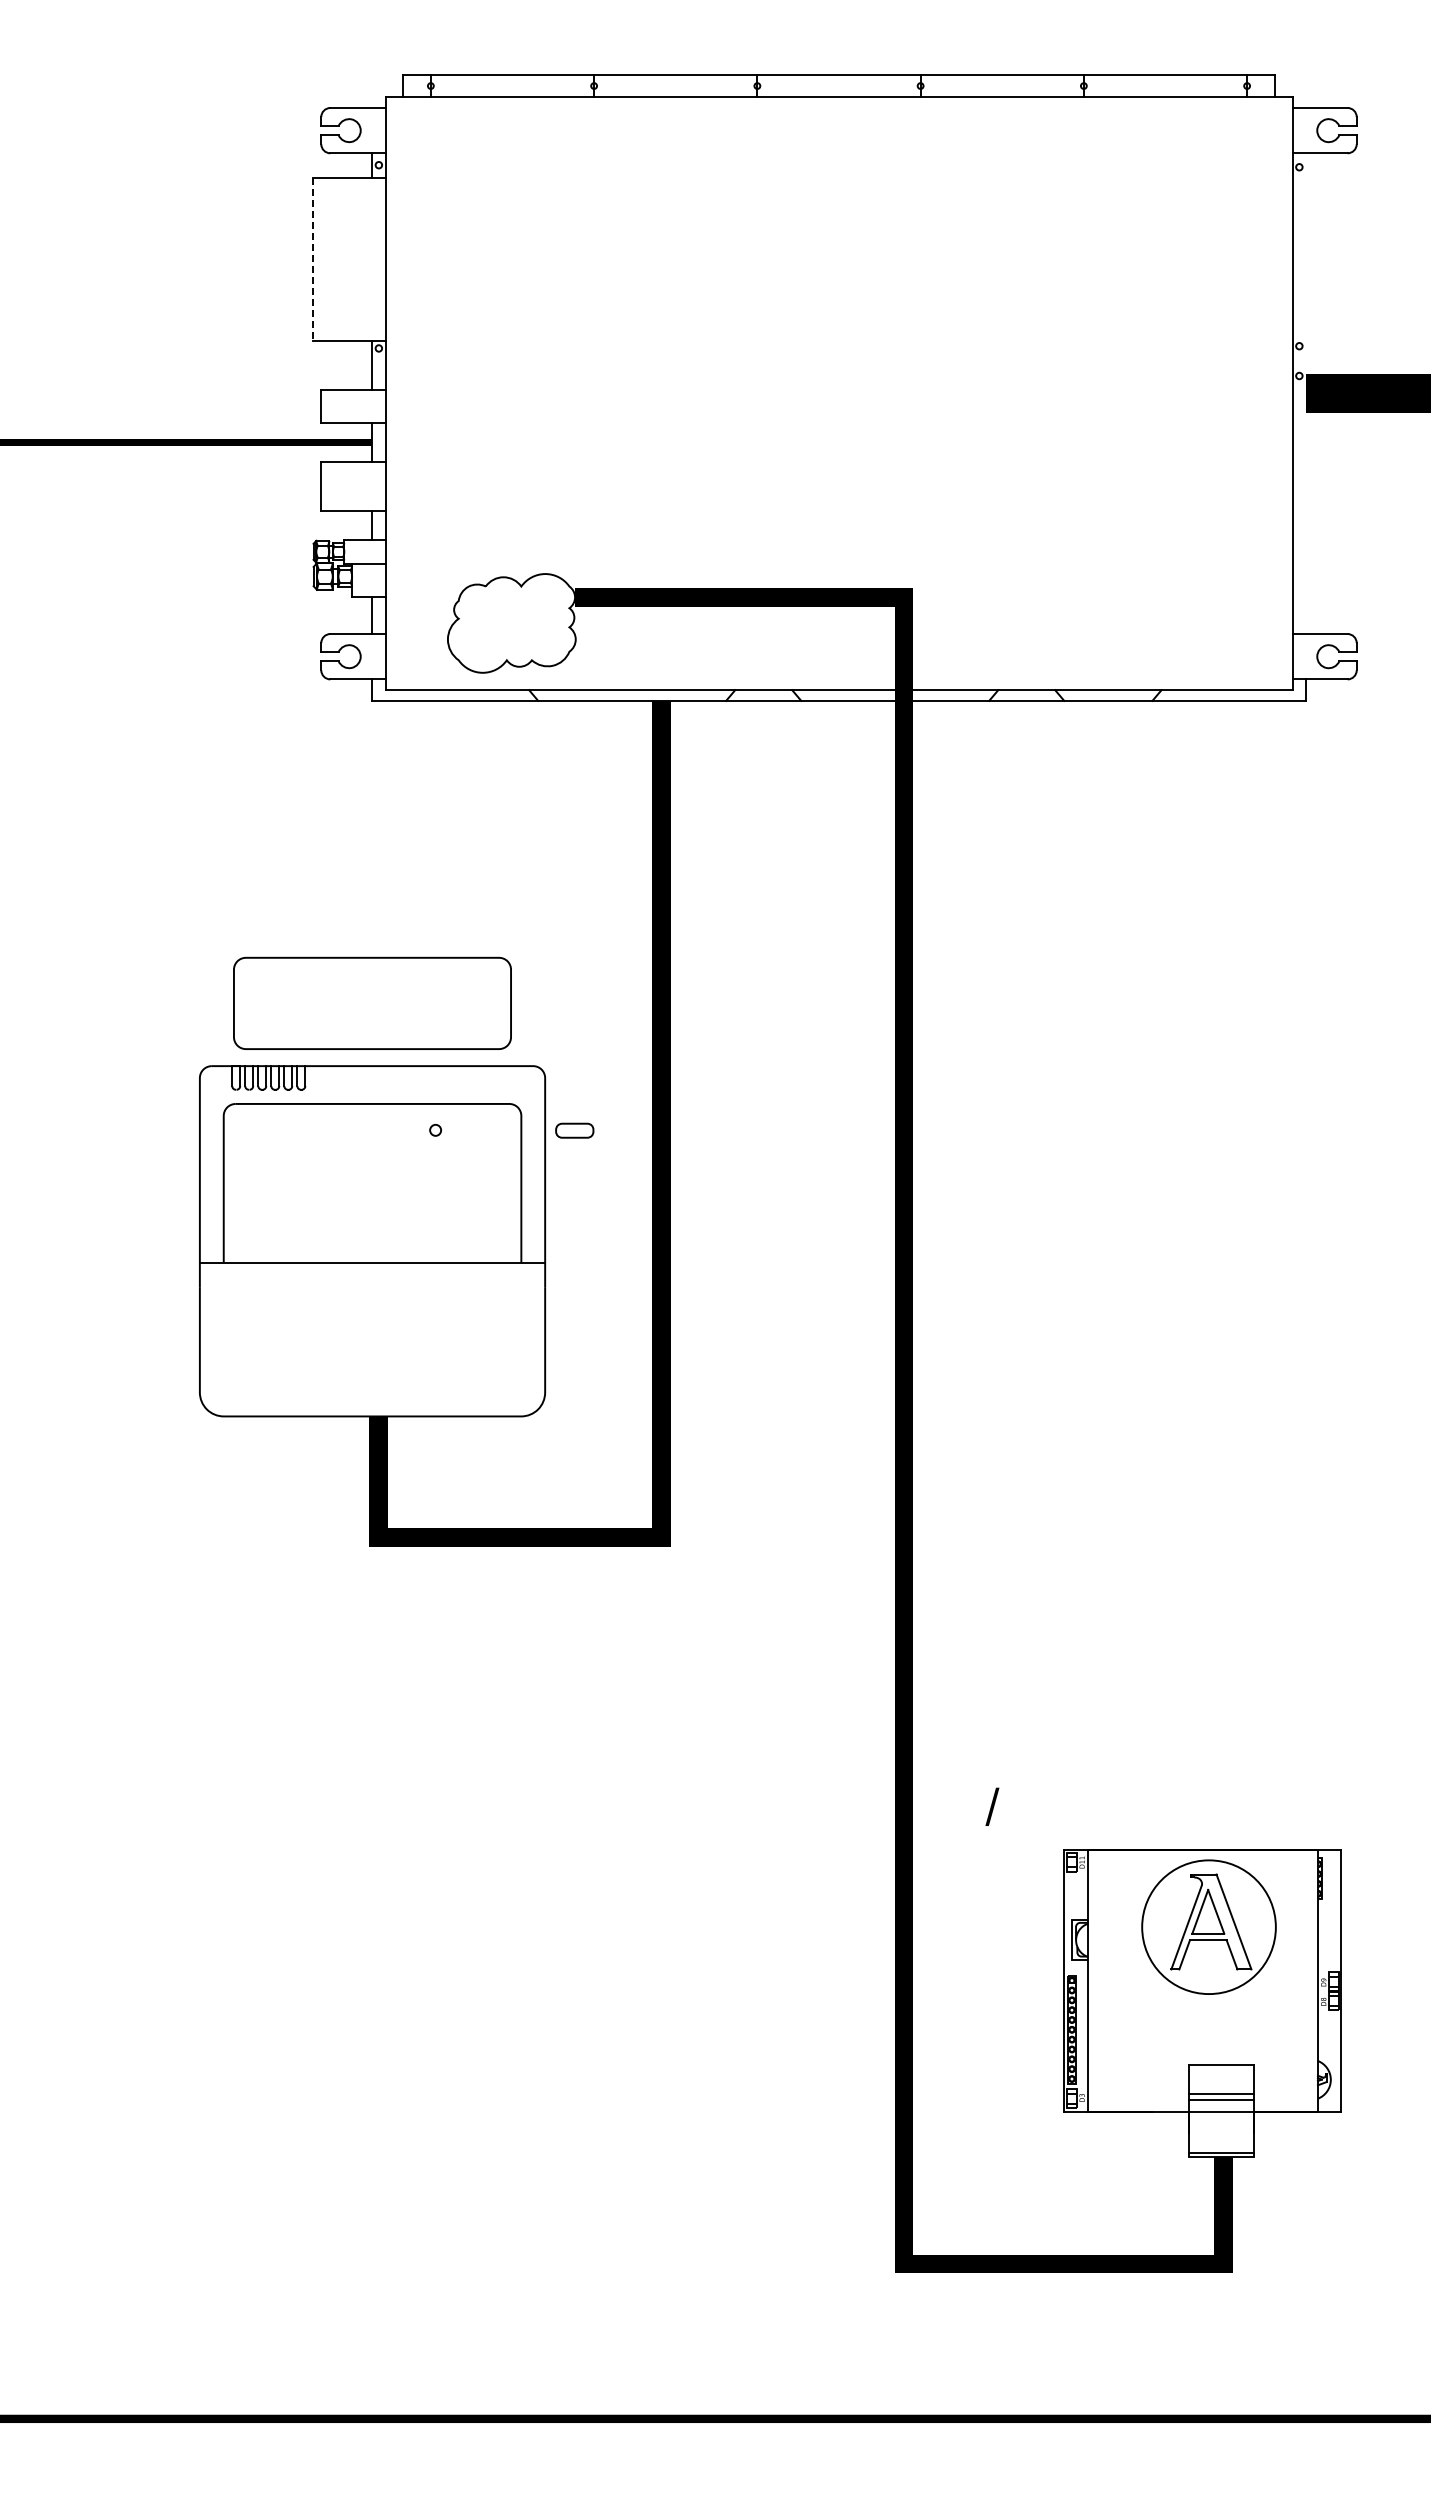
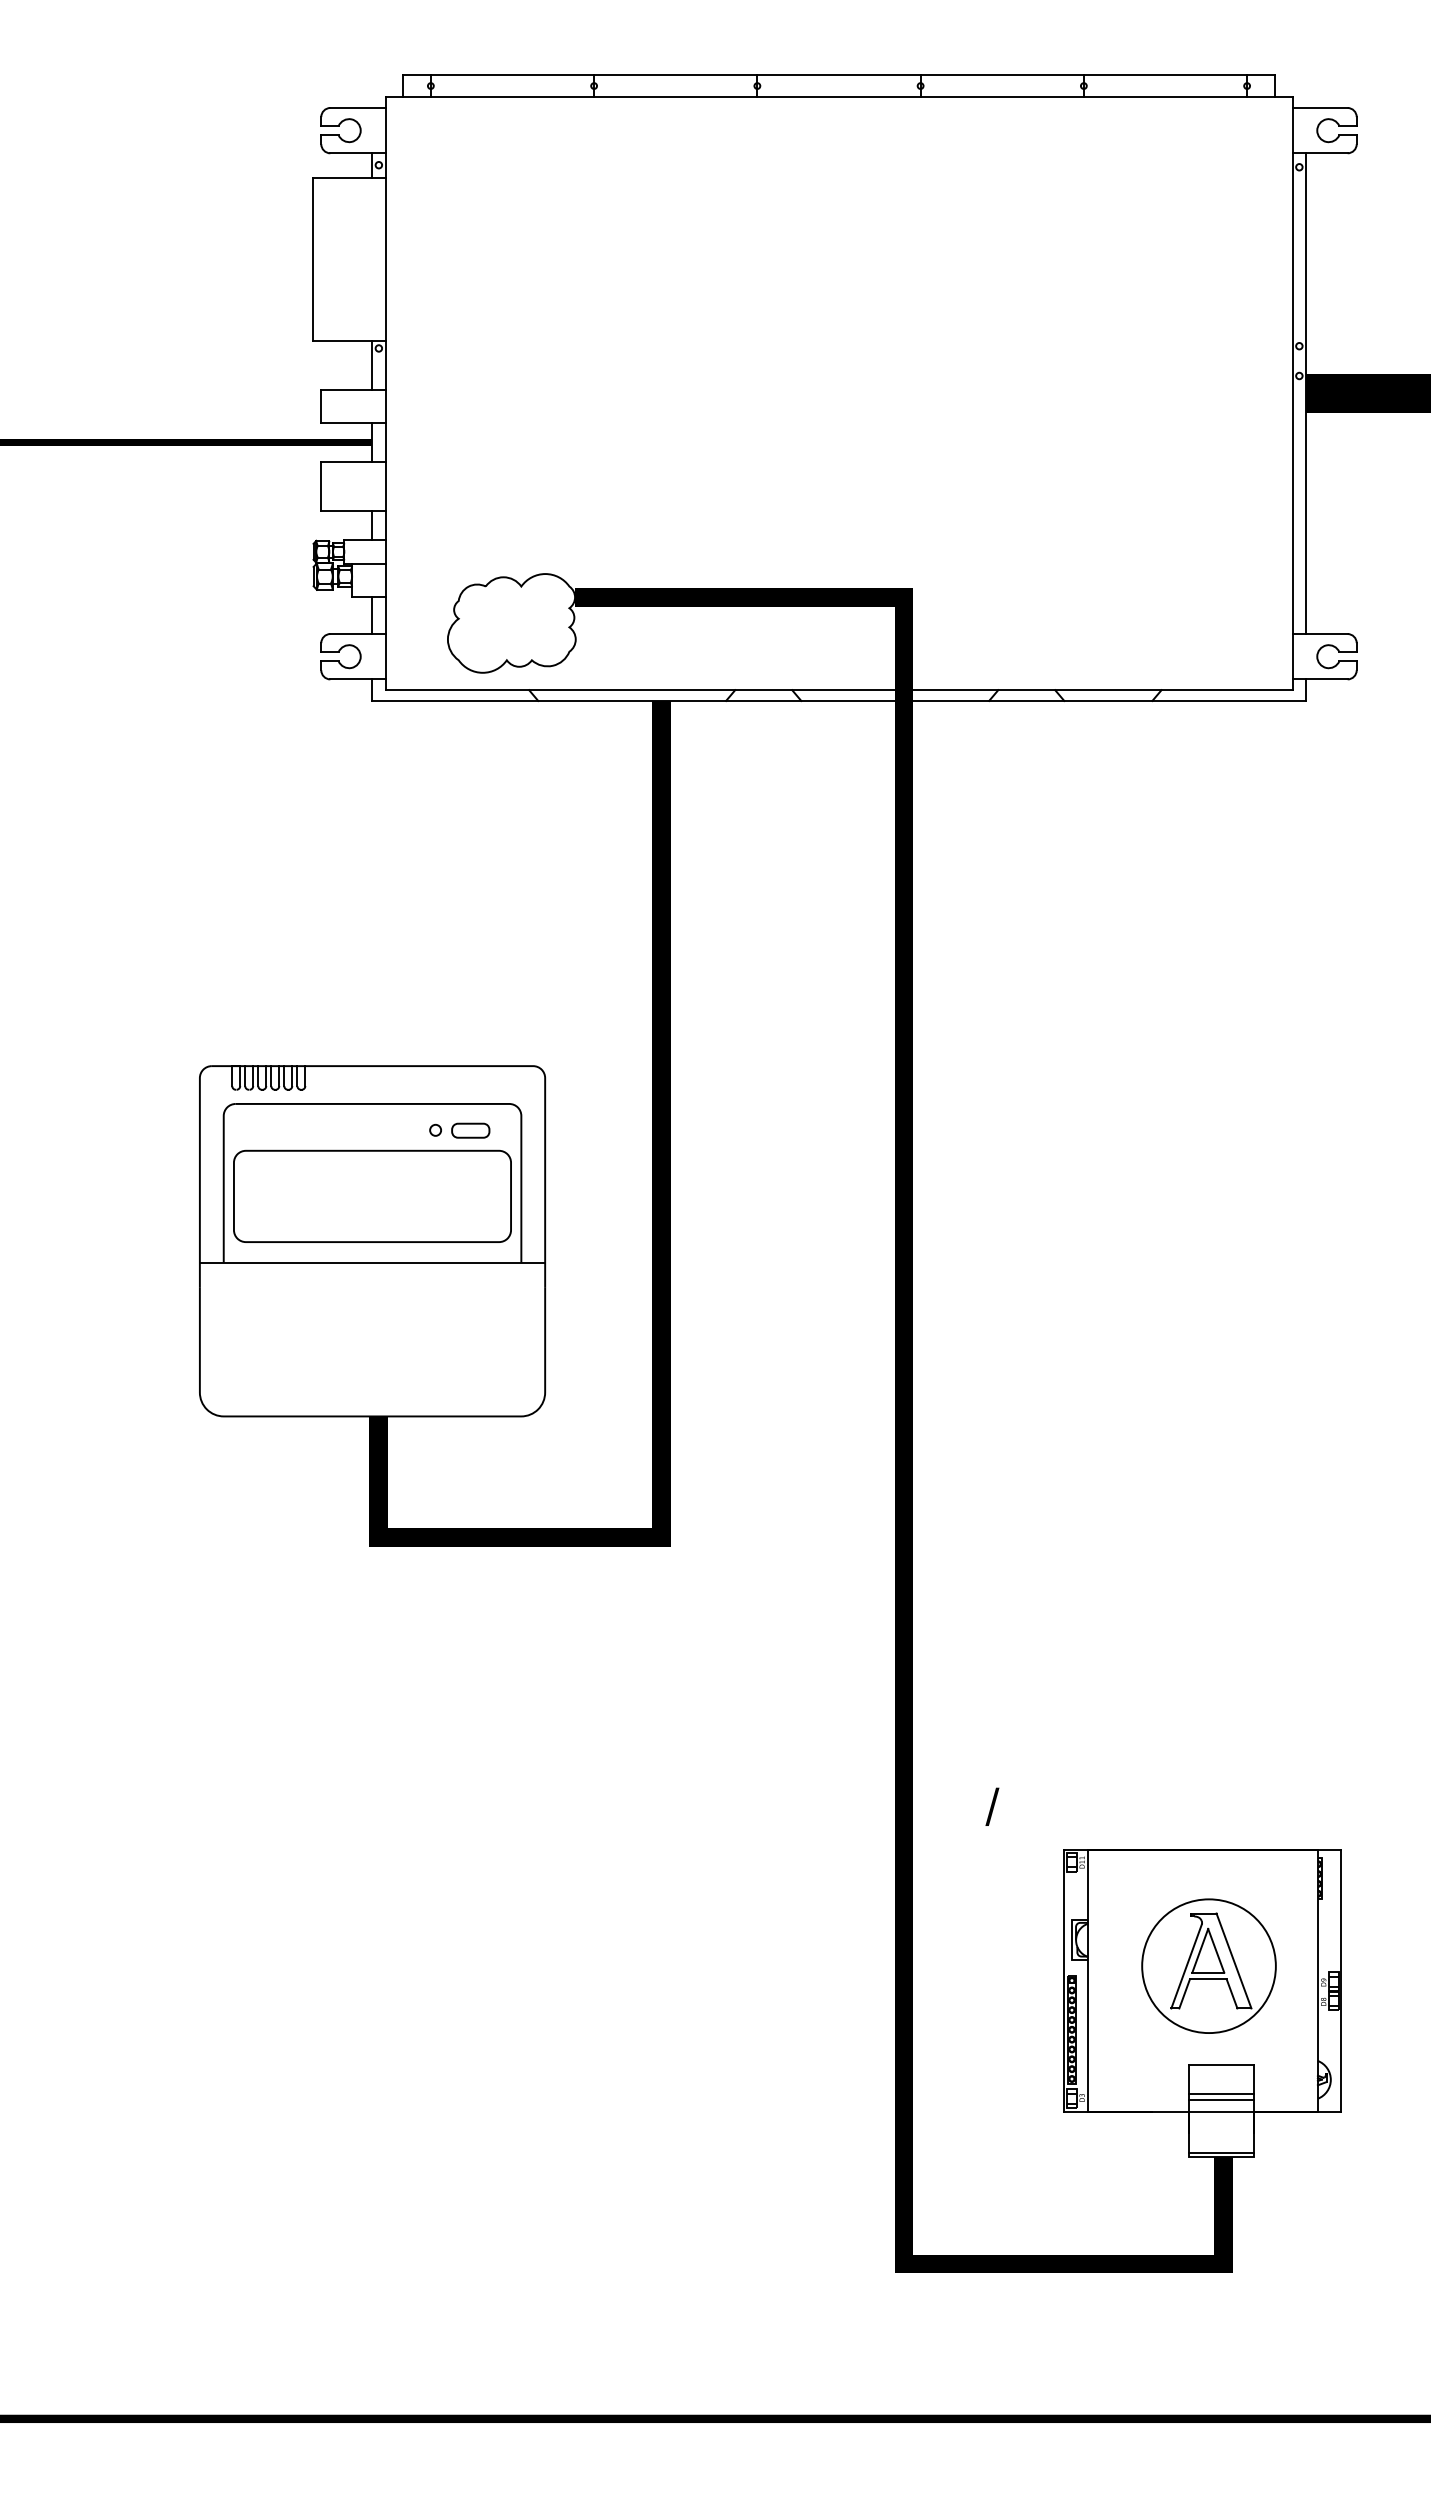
line at (313, 259): dashed -> solid
line at (1305, 393): none -> present
part at (372, 1002) position: (372, 1002) -> (372, 1195)
part at (574, 1130) position: (574, 1130) -> (470, 1130)
part at (1208, 1926) position: (1208, 1926) -> (1208, 1965)
